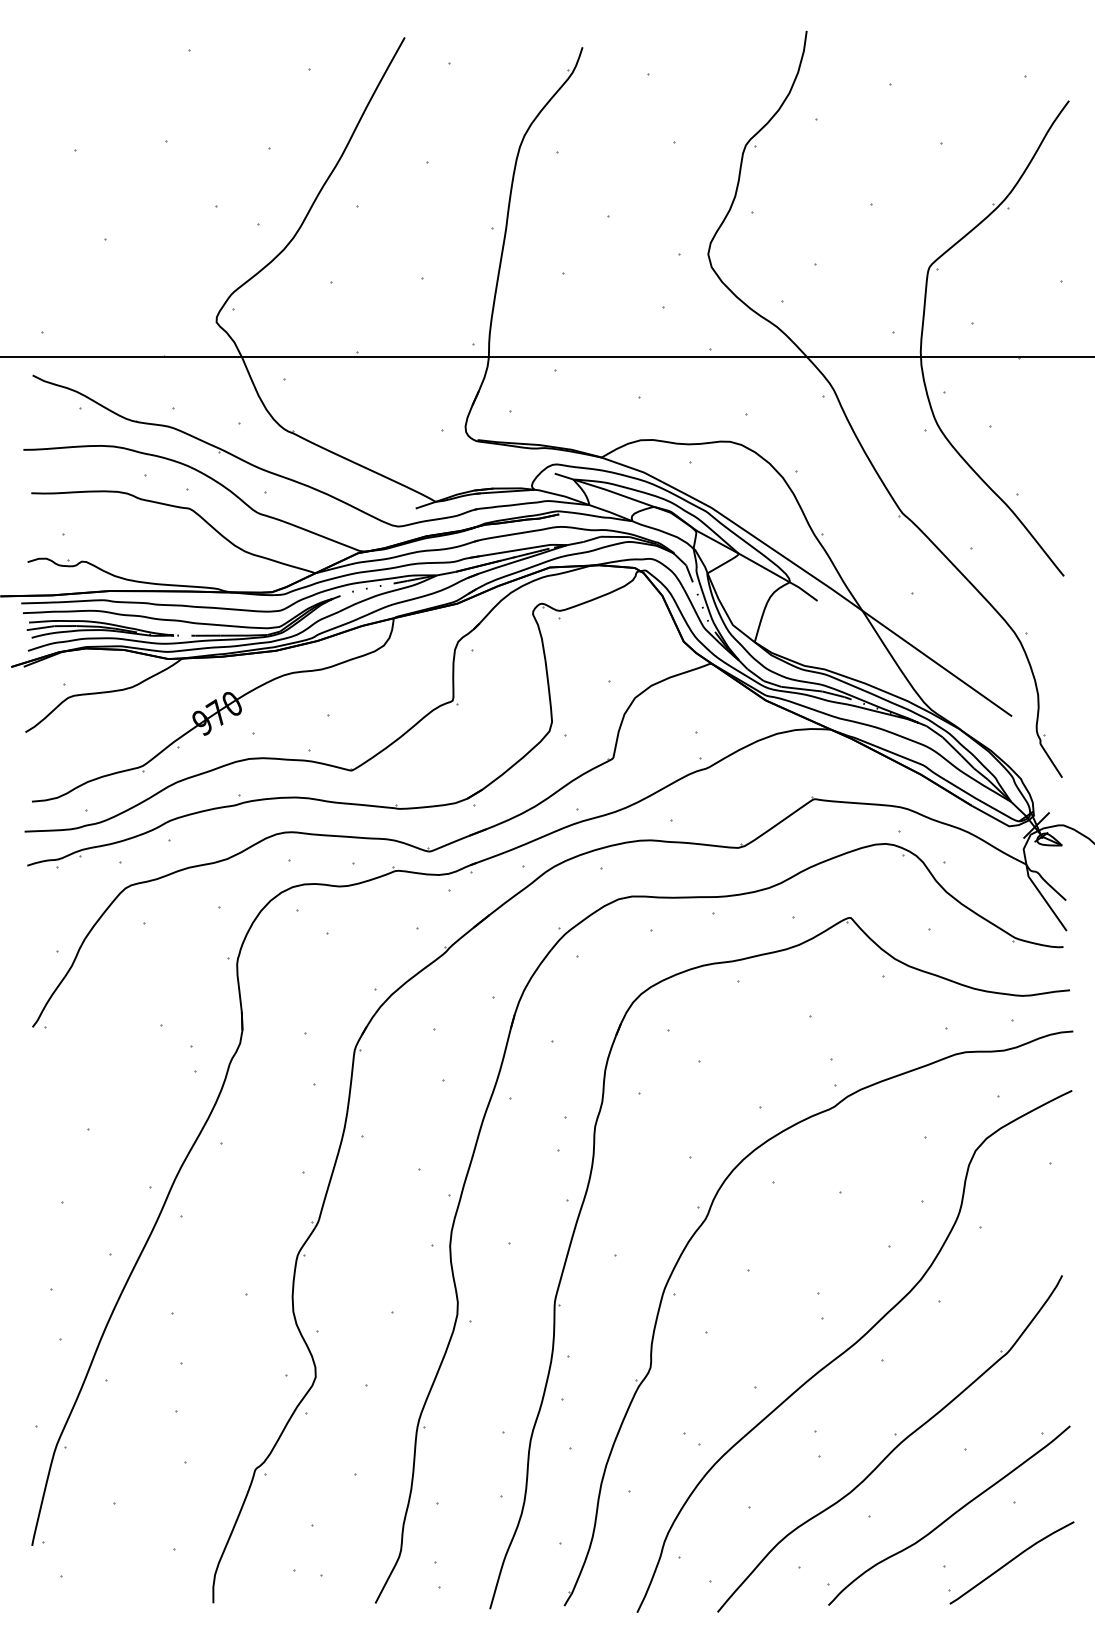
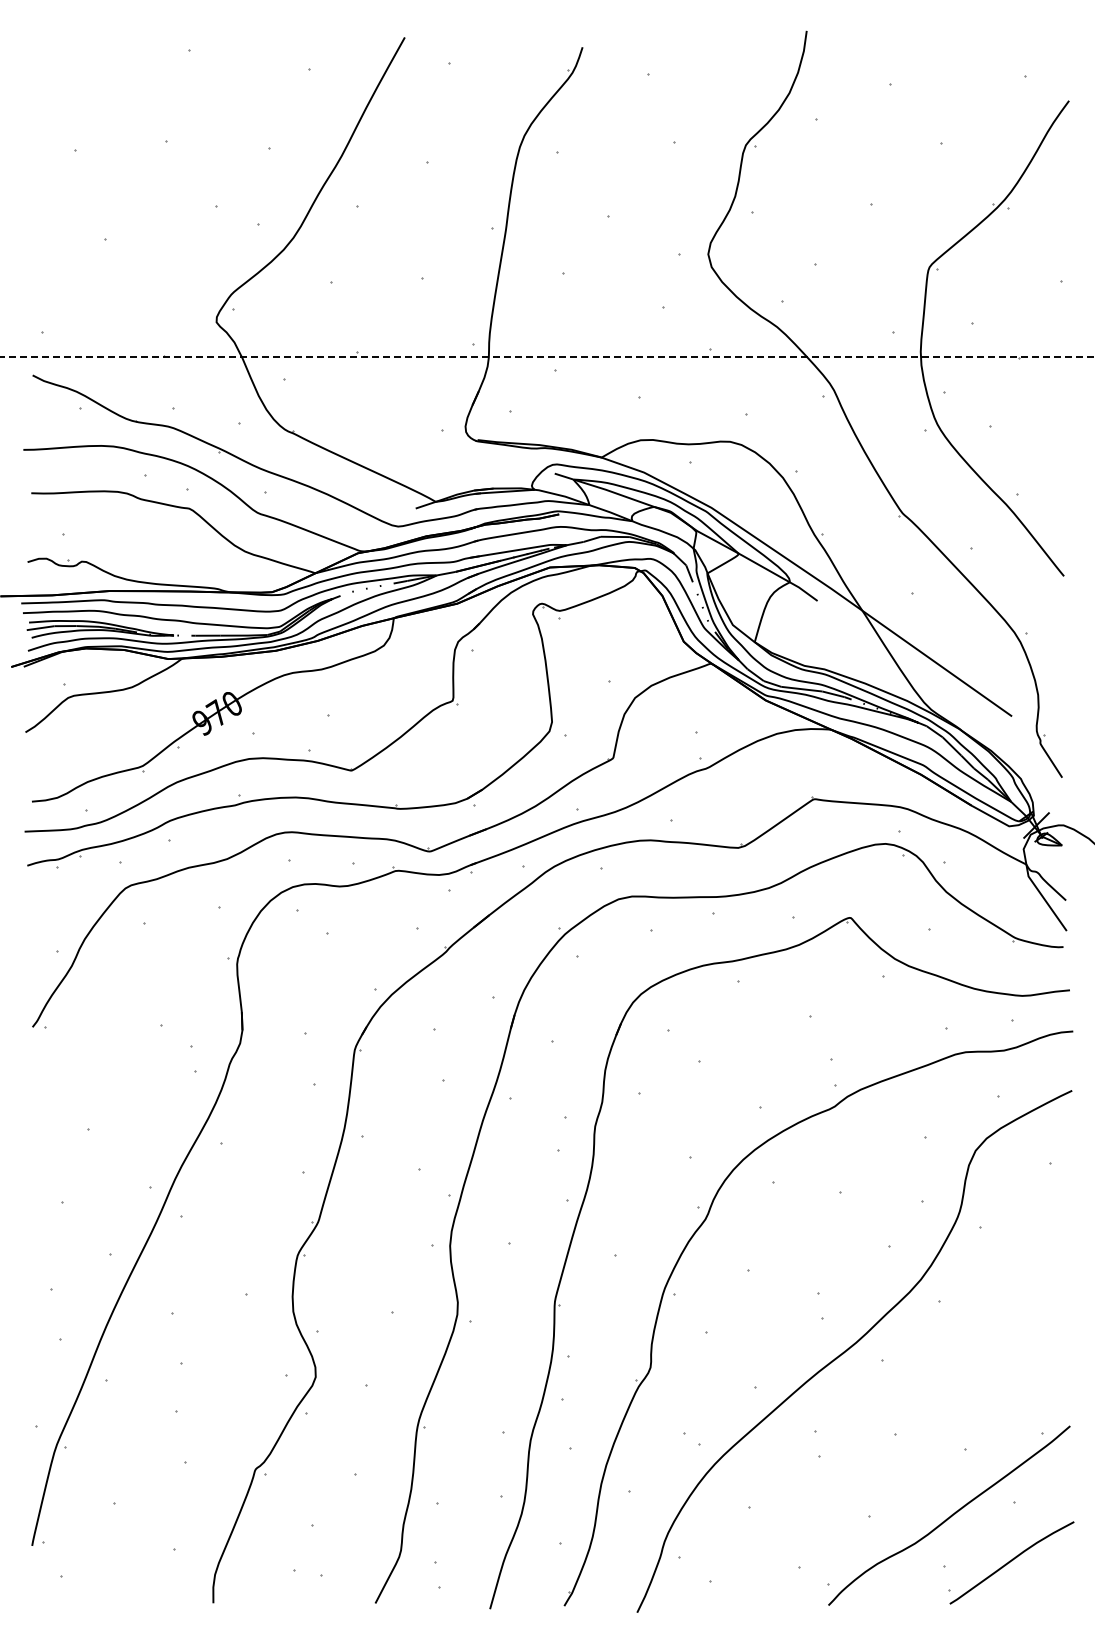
line at (548, 357): solid -> dashed
part at (894, 1447): present -> none
